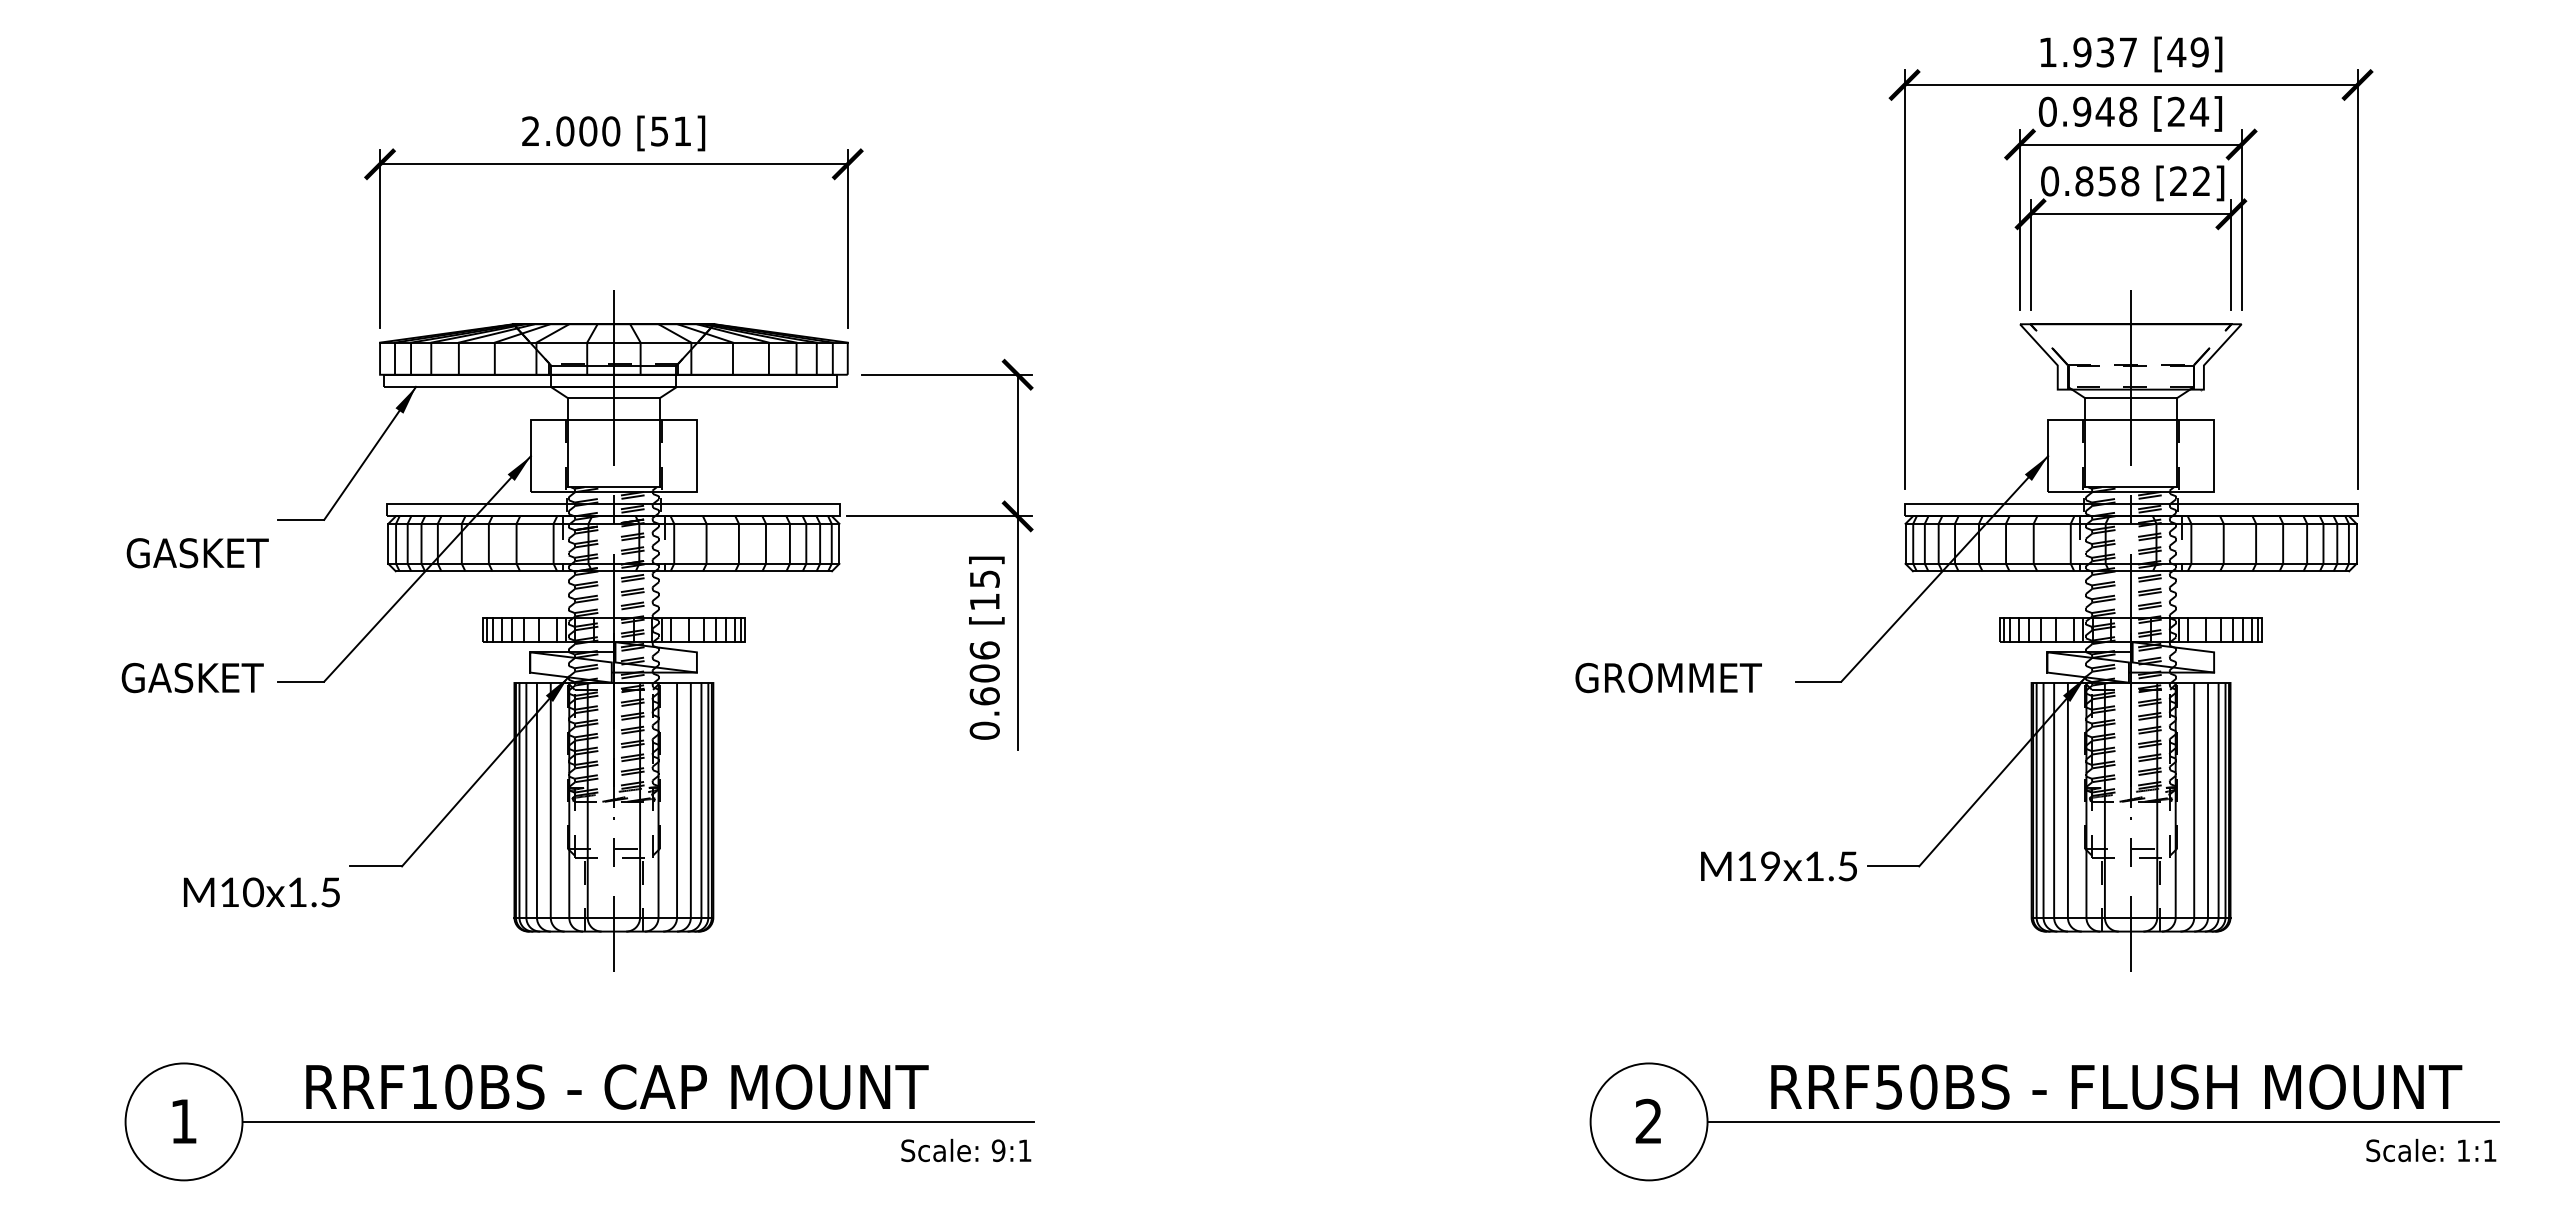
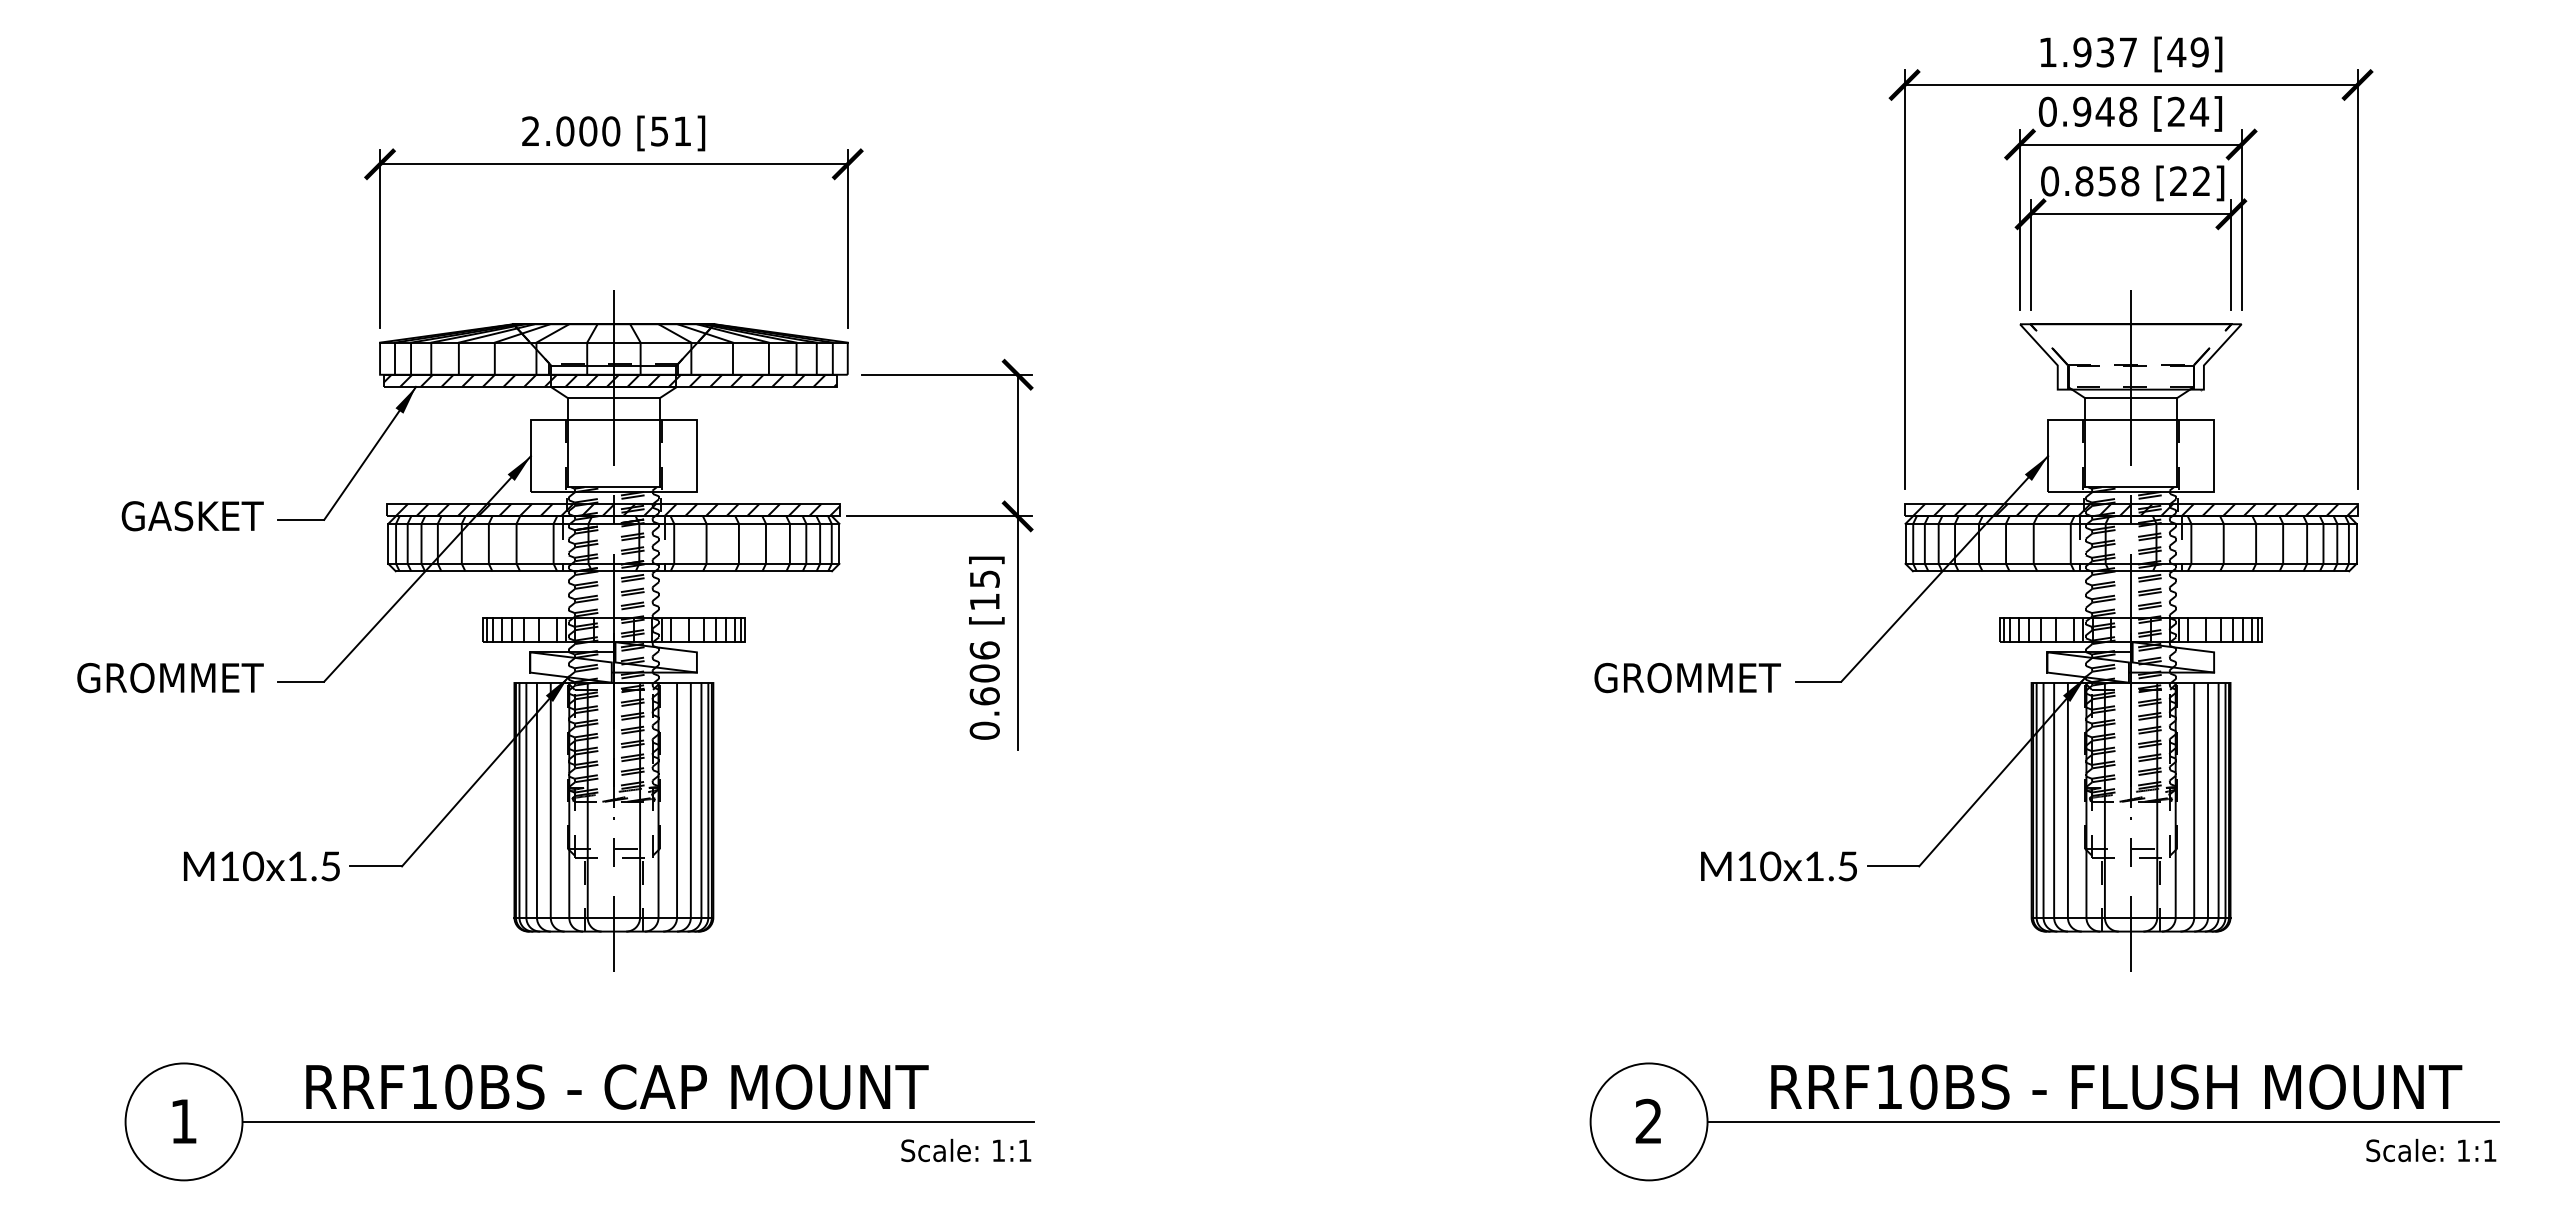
hatch at (609, 380): none -> present
hatch at (613, 509): none -> present
hatch at (2130, 509): none -> present
text at (197, 553) position: (197, 553) -> (192, 516)
text at (148, 677): GASKET -> GROMMET
text at (1668, 677) position: (1668, 677) -> (1687, 677)
text at (1770, 867): M19x1.5 -> M10x1.5
text at (261, 892) position: (261, 892) -> (261, 866)
text at (1888, 1087): RRF50BS -> RRF10BS
text at (998, 1150): 9:1 -> 1:1
